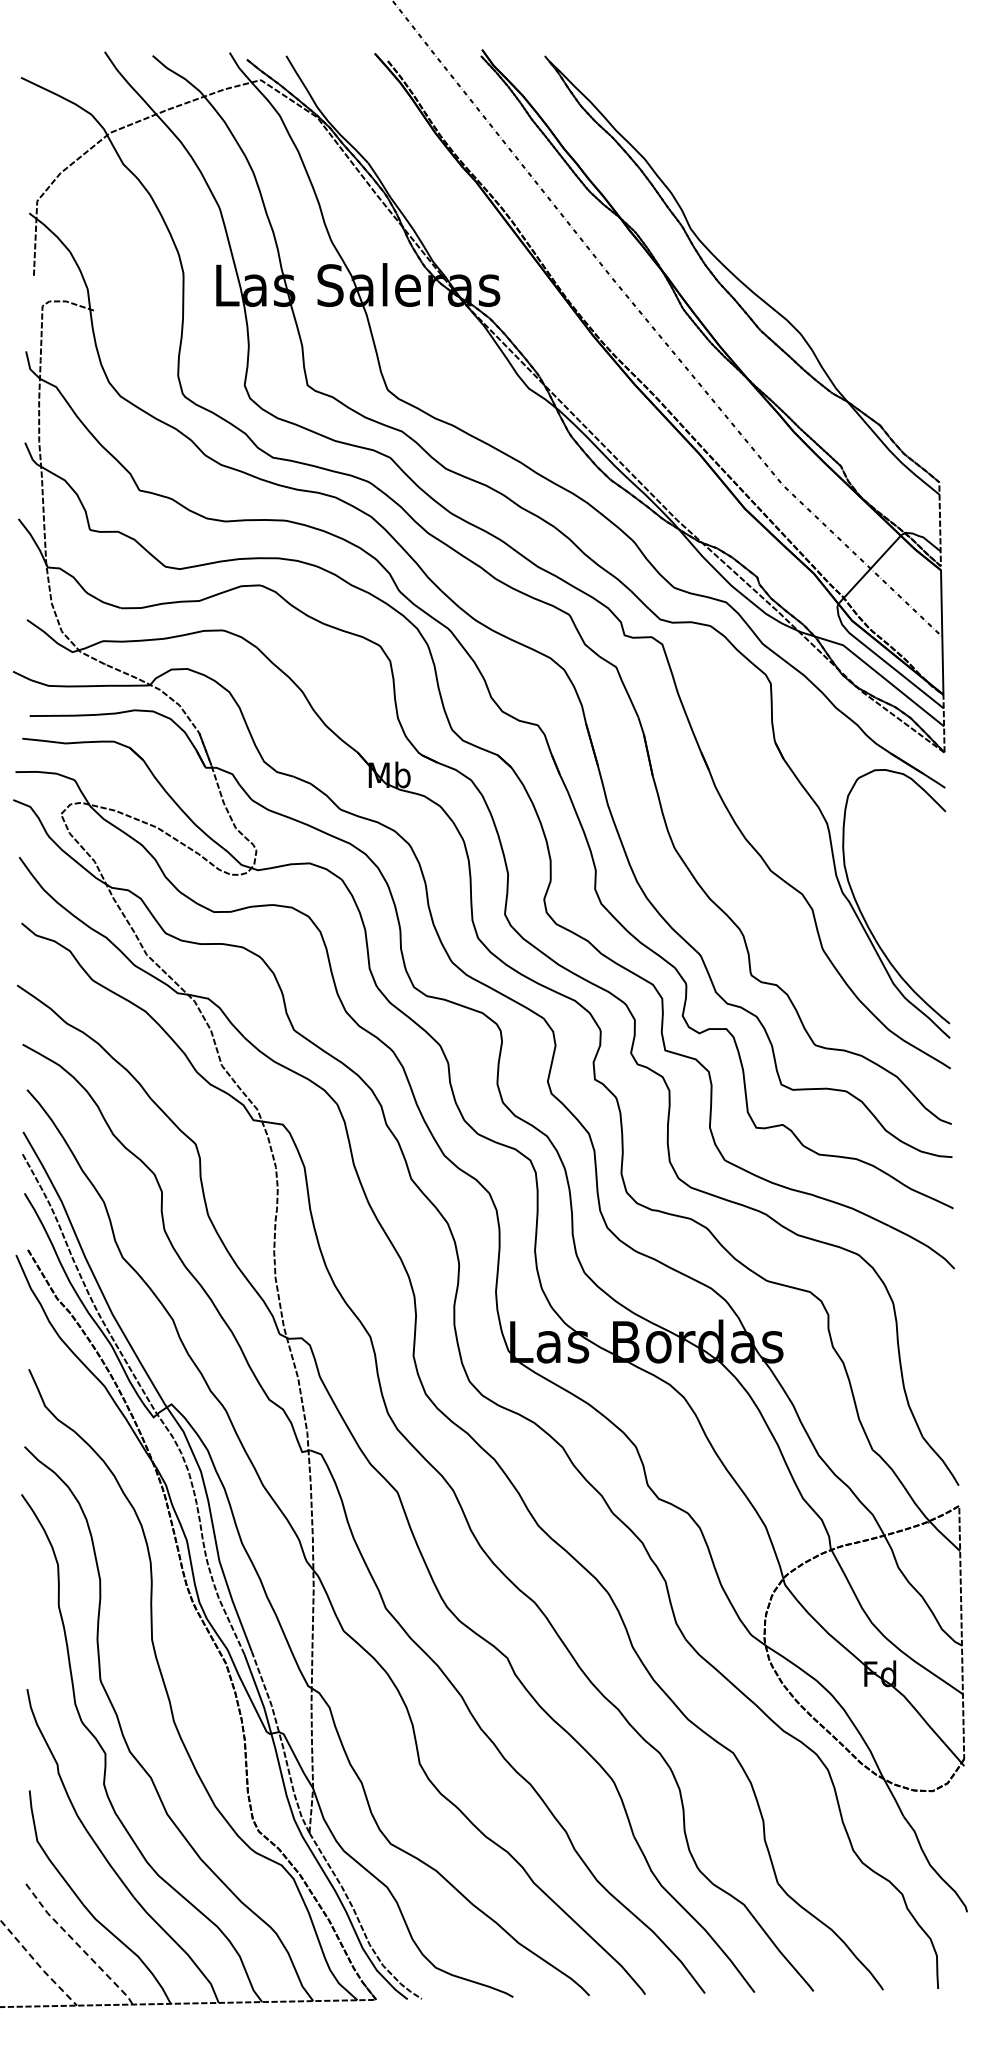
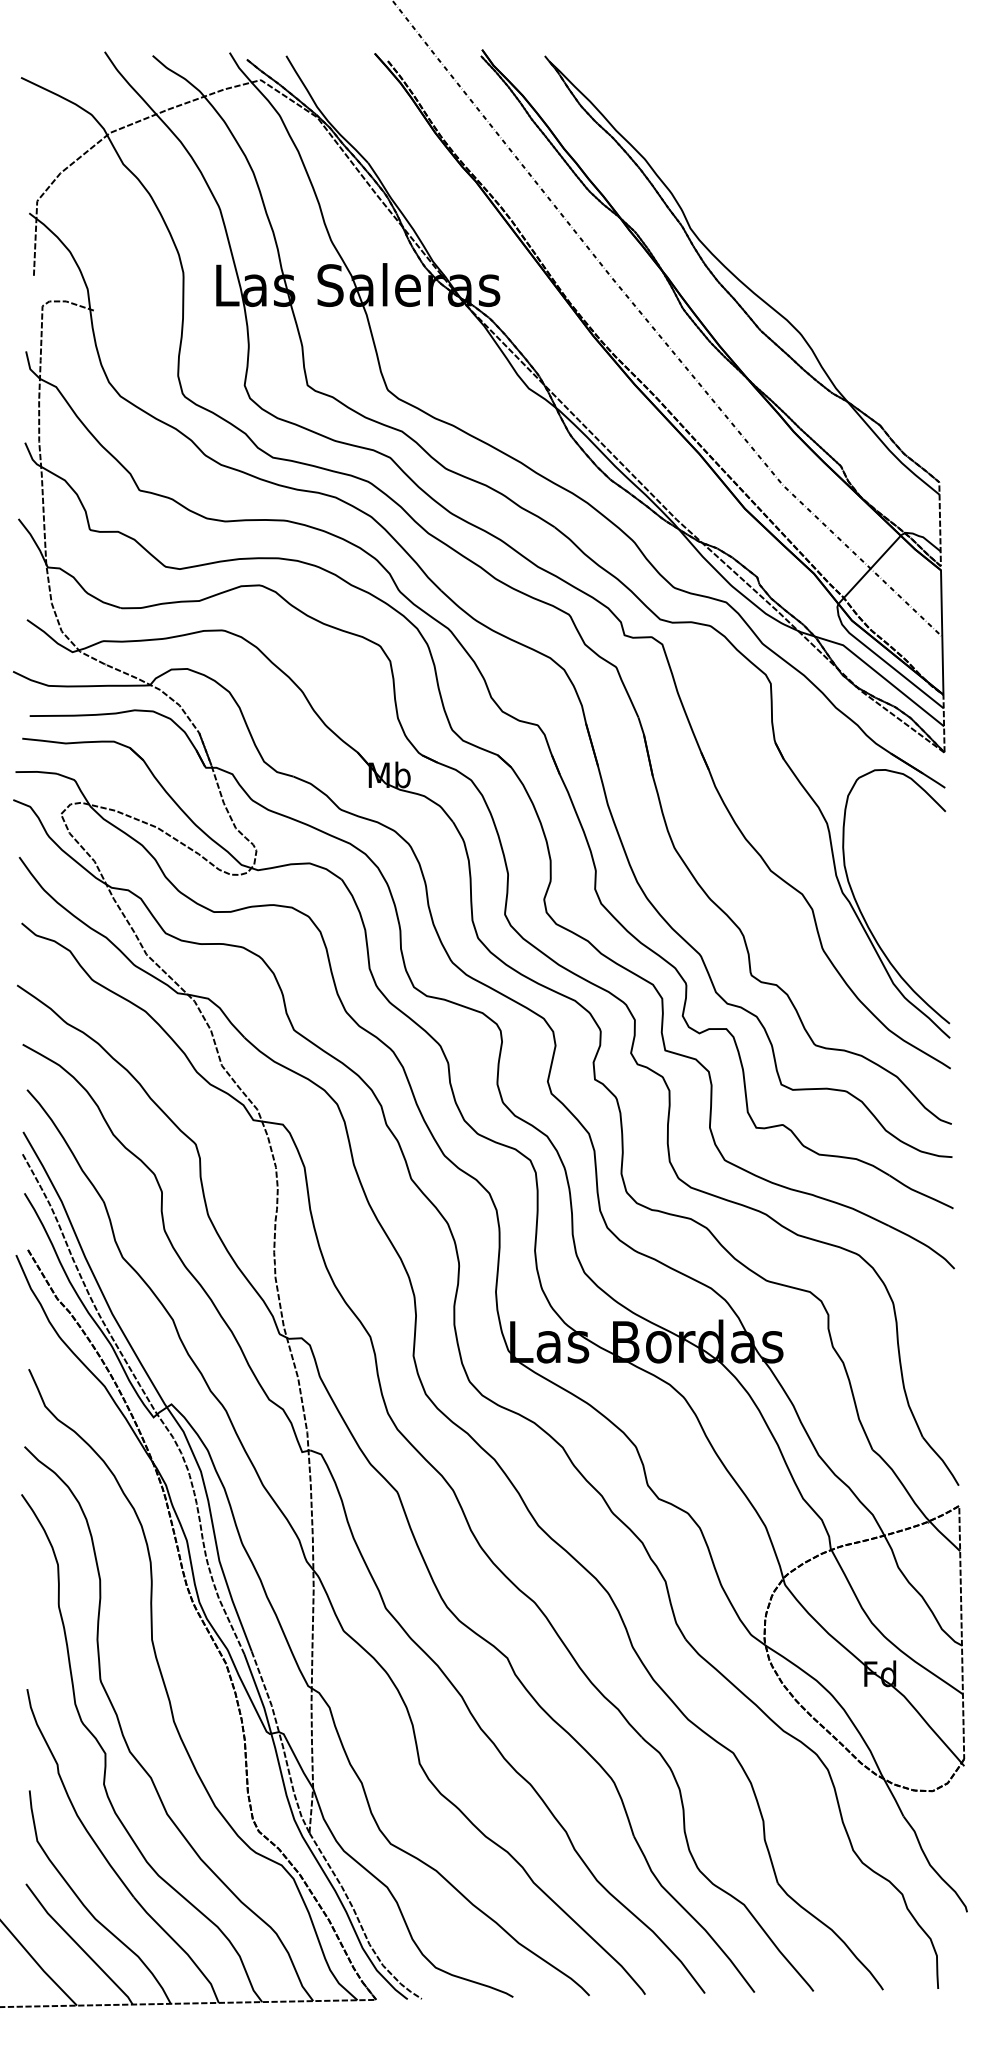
line at (78, 1945): dashed -> solid
line at (38, 1964): dashed -> solid
